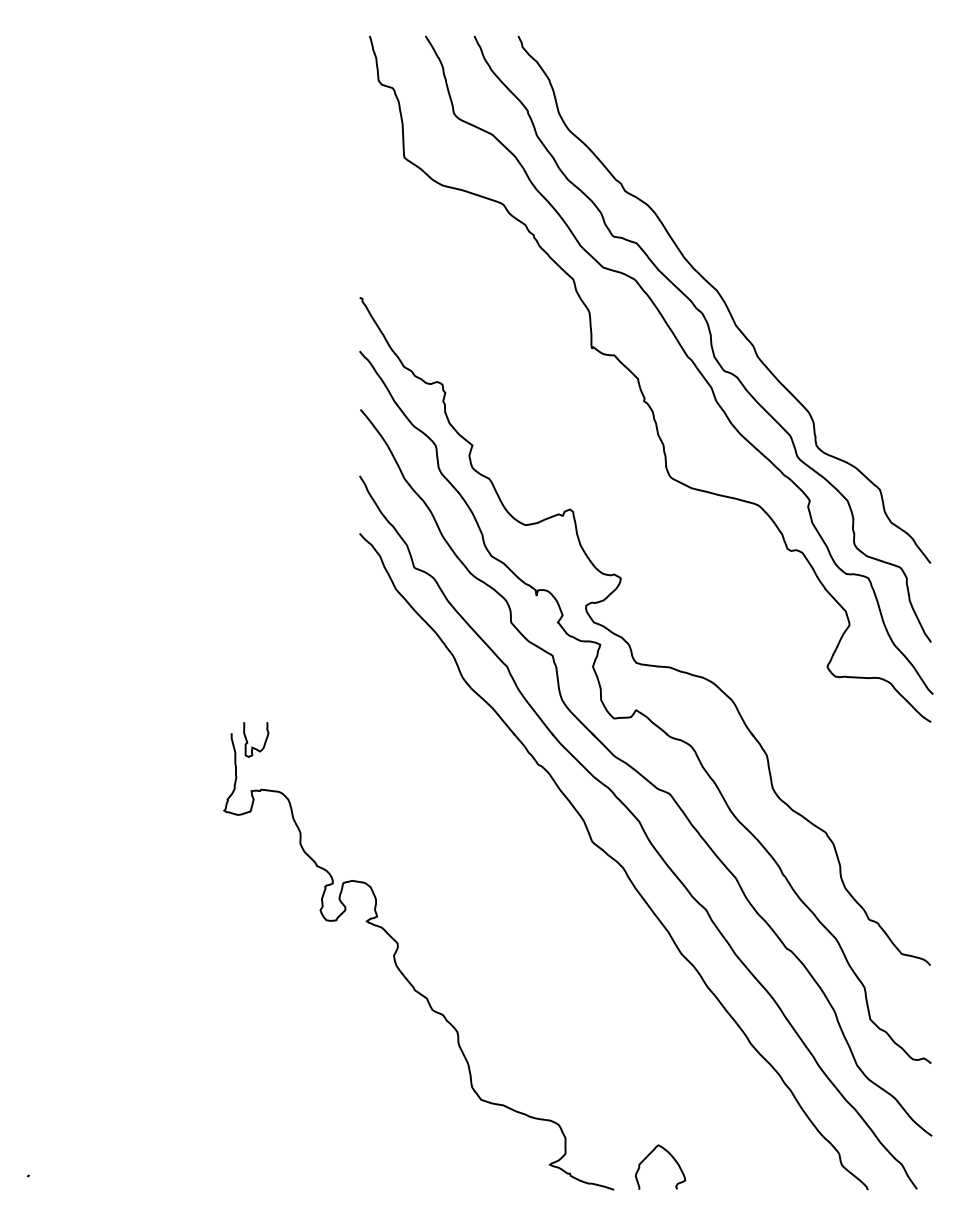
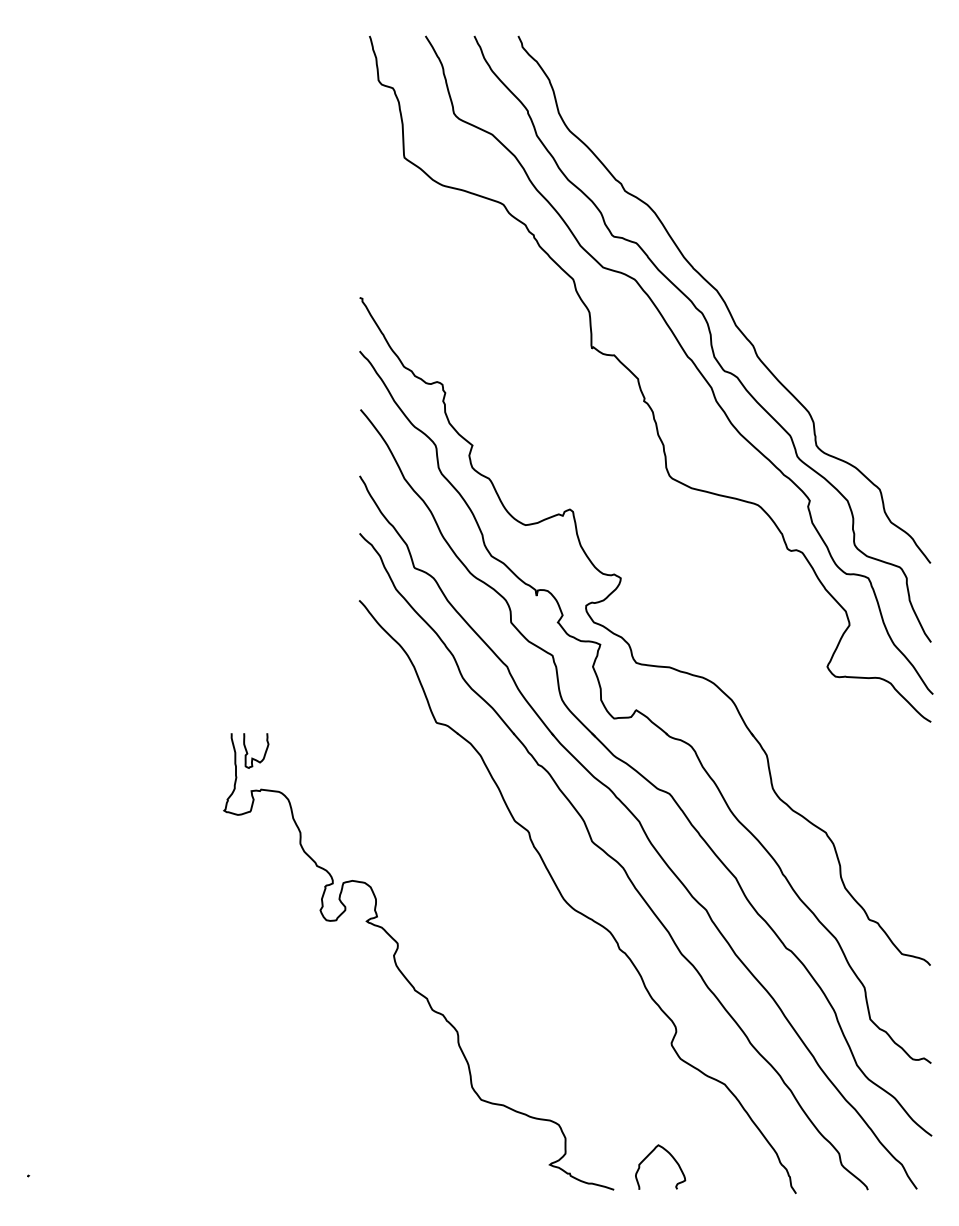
curve at (252, 746) position: (252, 746) -> (252, 757)
part at (569, 903): none -> present
